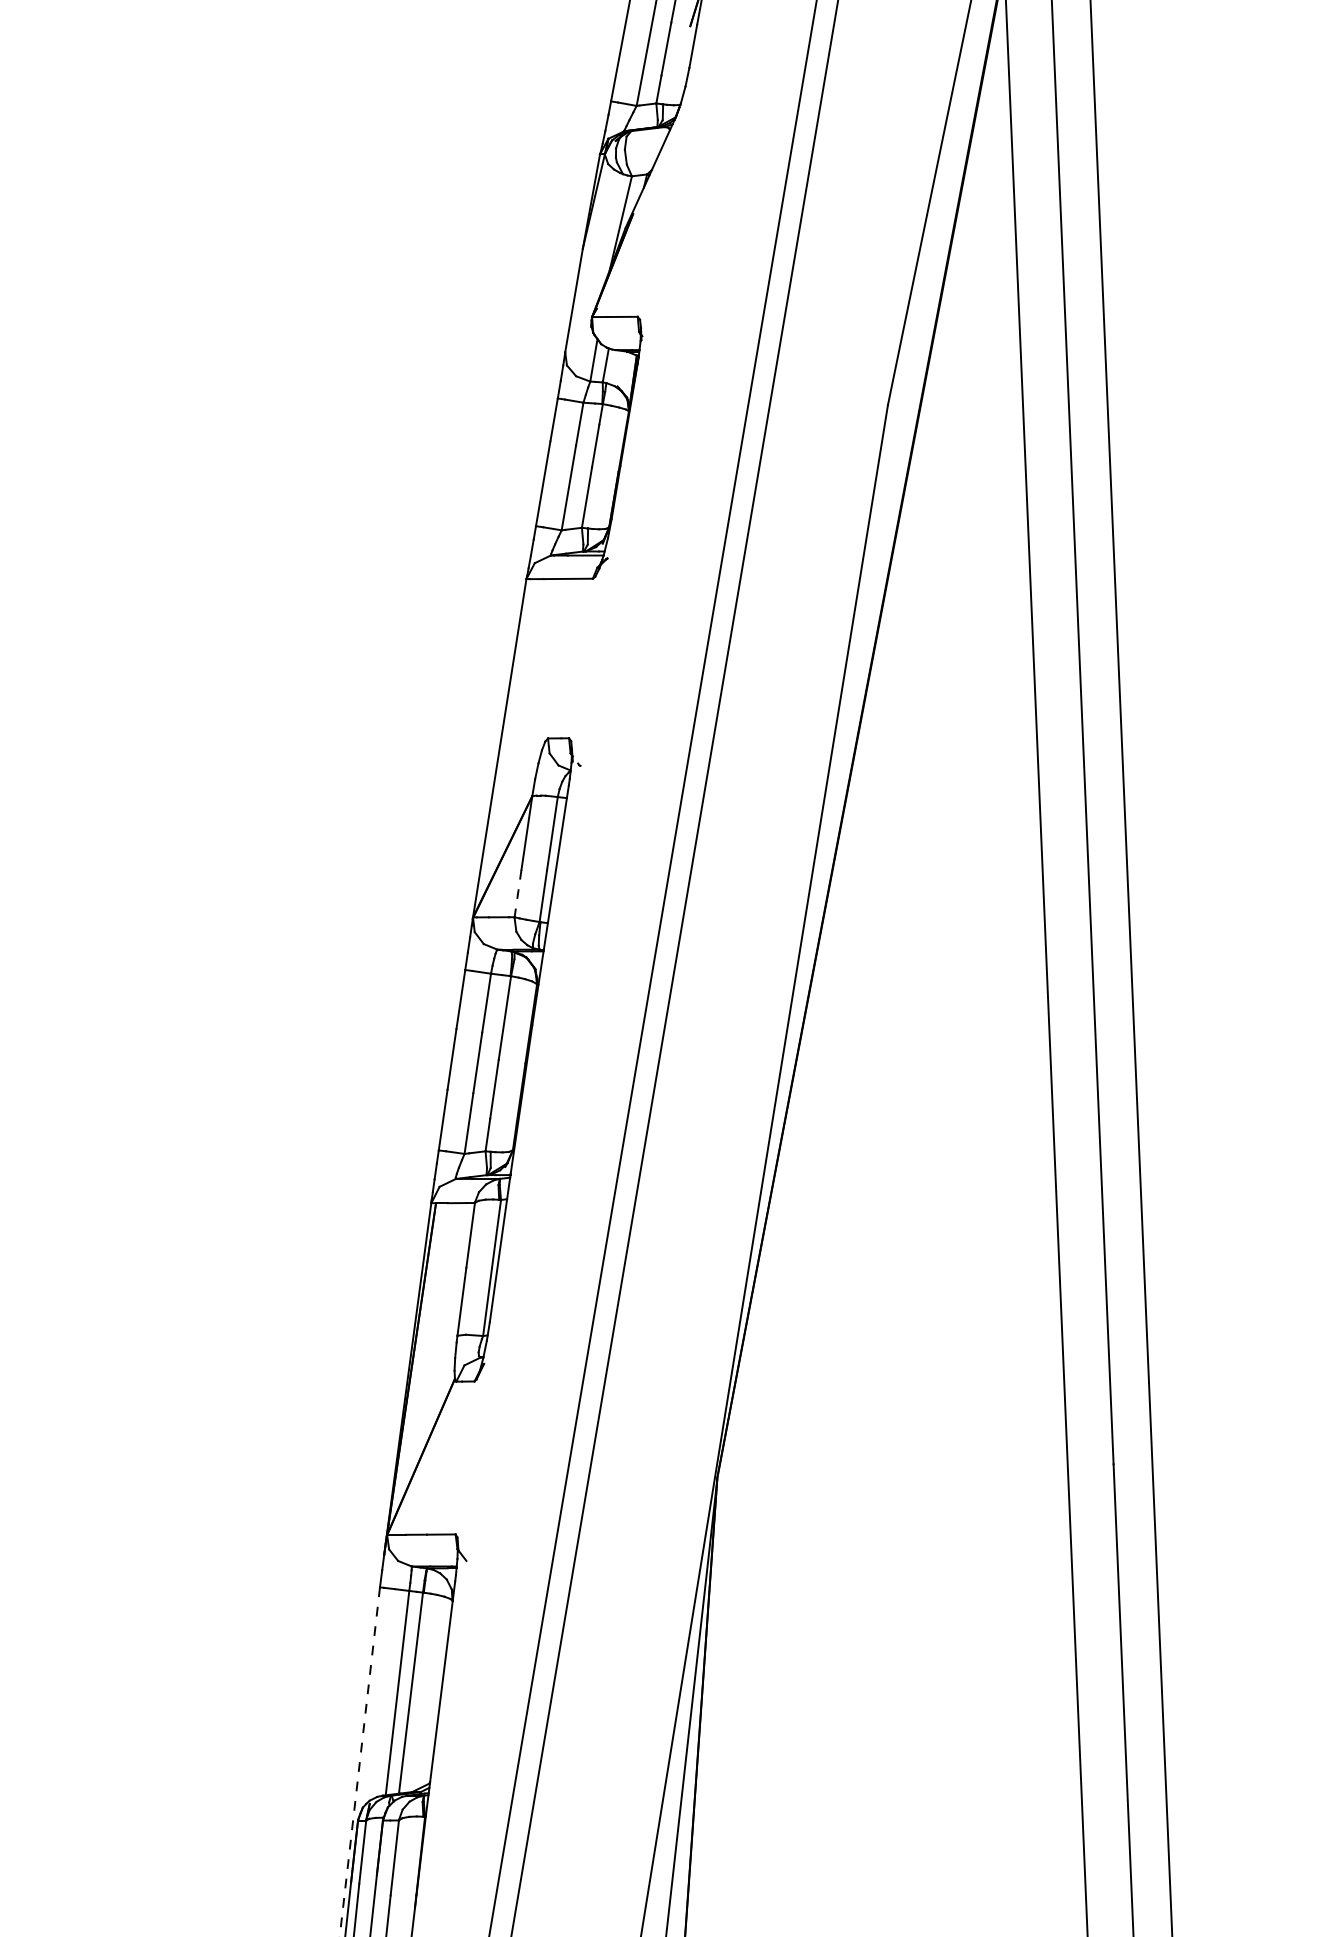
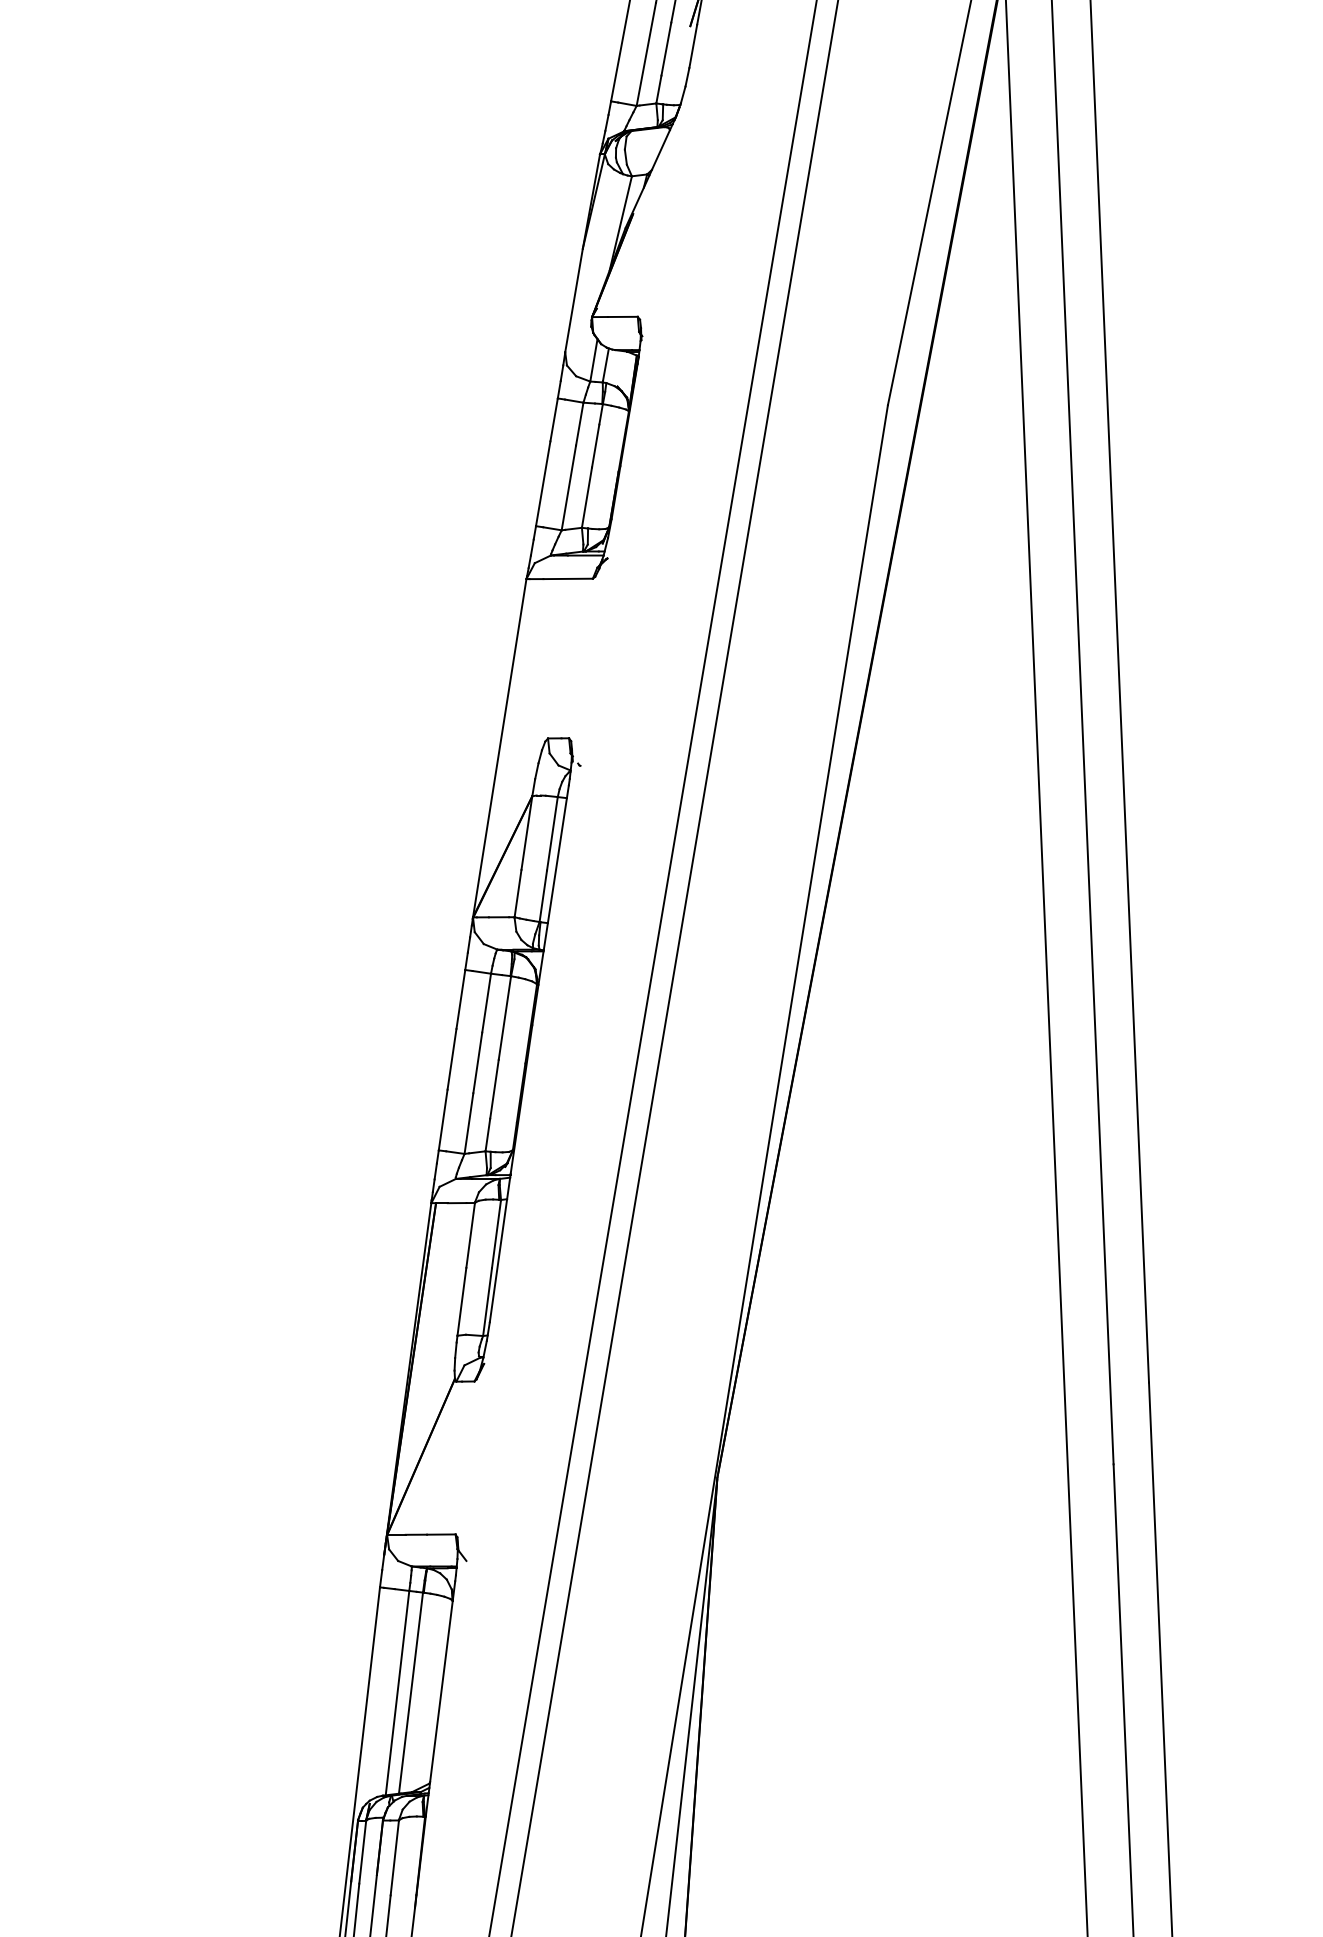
line at (518, 893): dashed -> solid
line at (359, 1762): dashed -> solid
